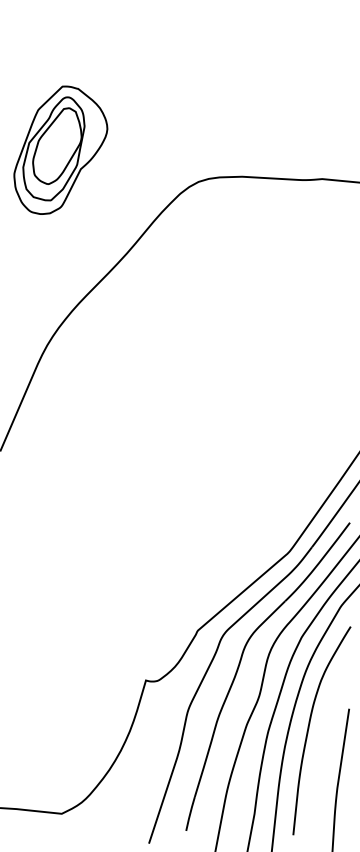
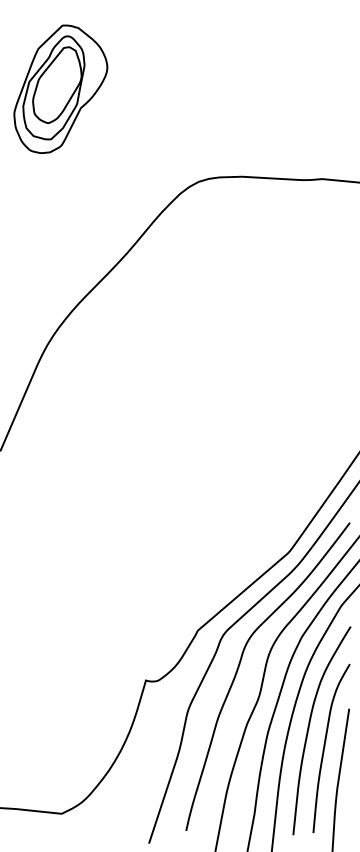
part at (60, 149) position: (60, 149) -> (60, 88)
curve at (325, 747): none -> present
